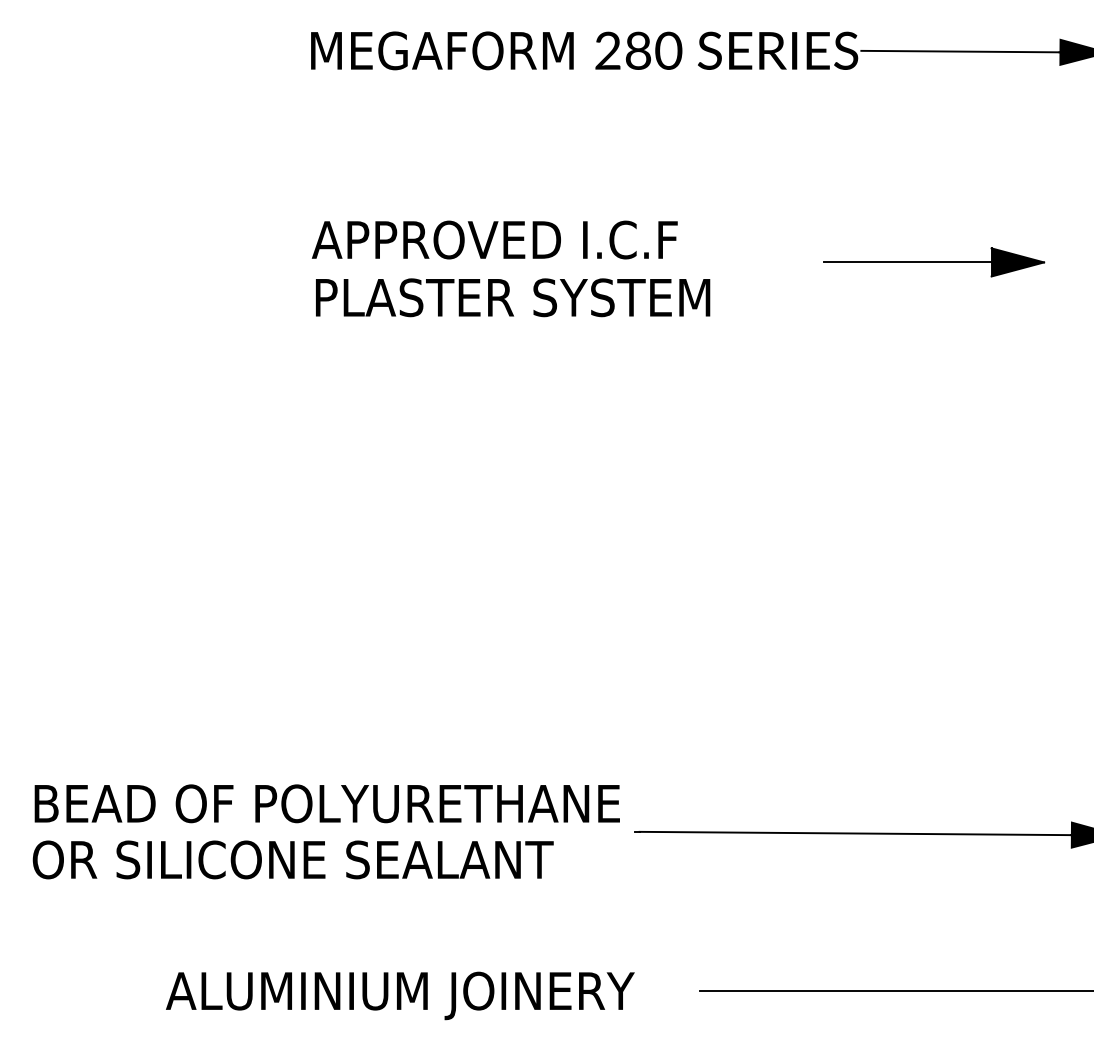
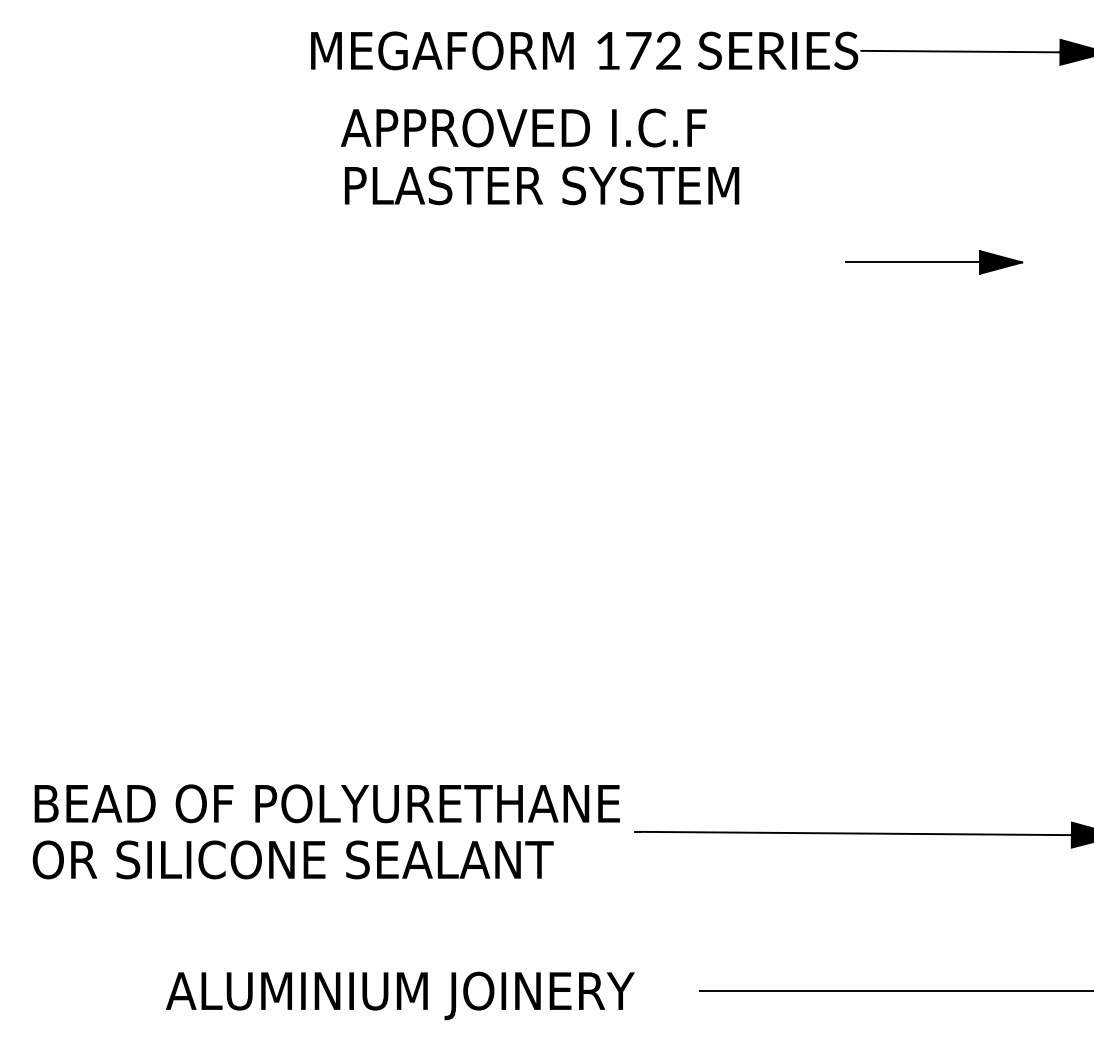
text at (638, 50): 280 -> 172
part at (934, 262) size: 223x31 px -> 179x25 px
text at (510, 268) position: (510, 268) -> (539, 156)
